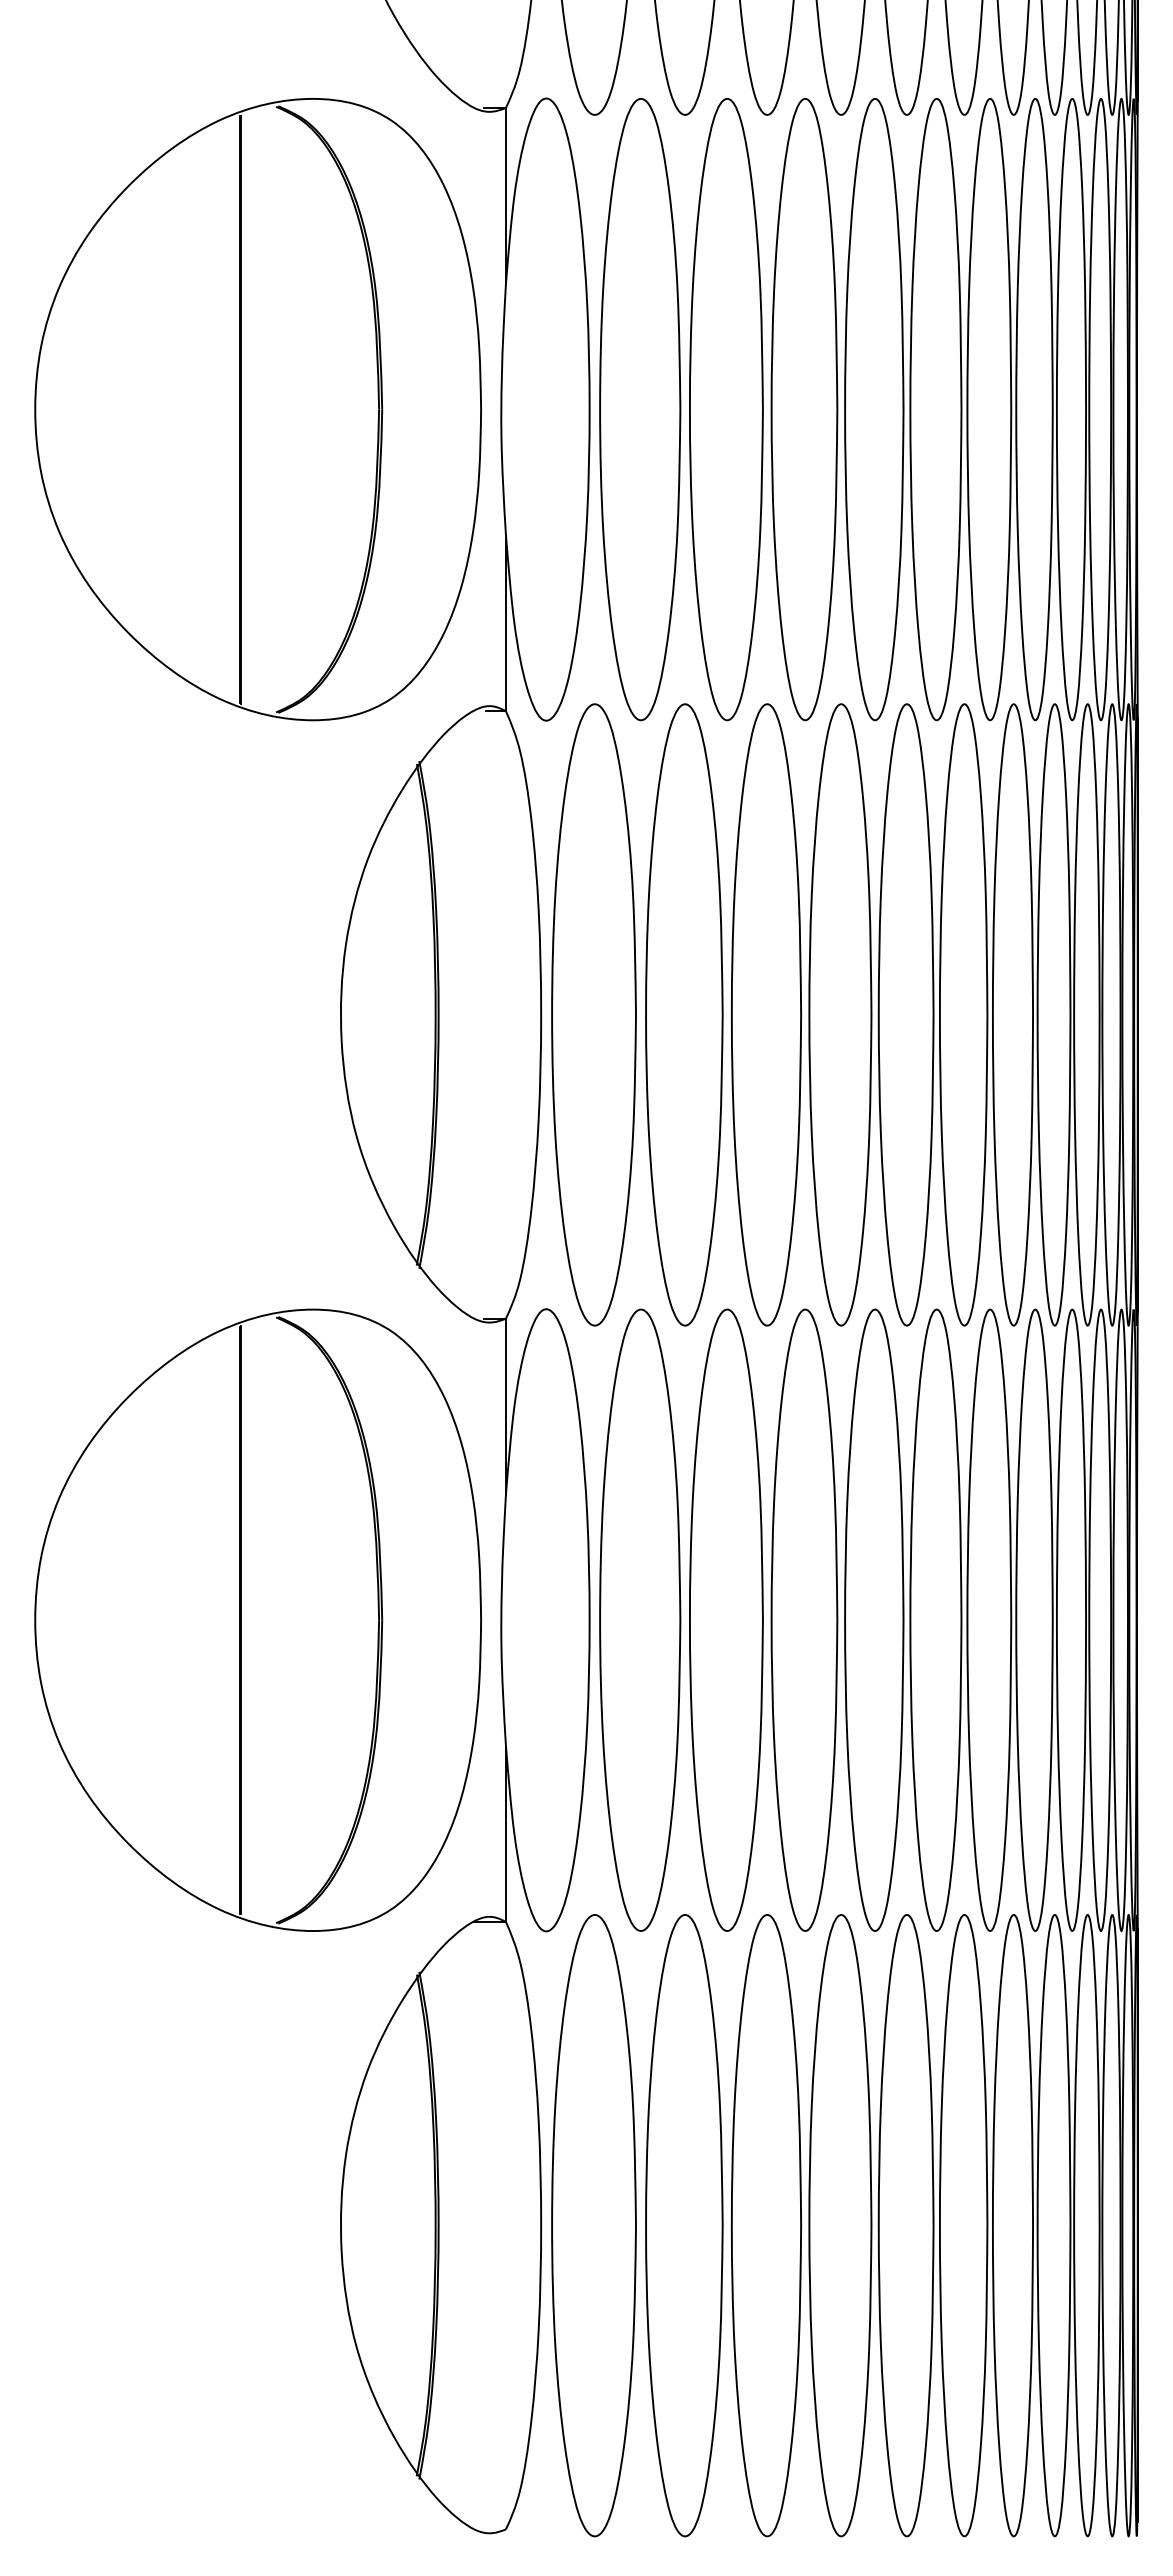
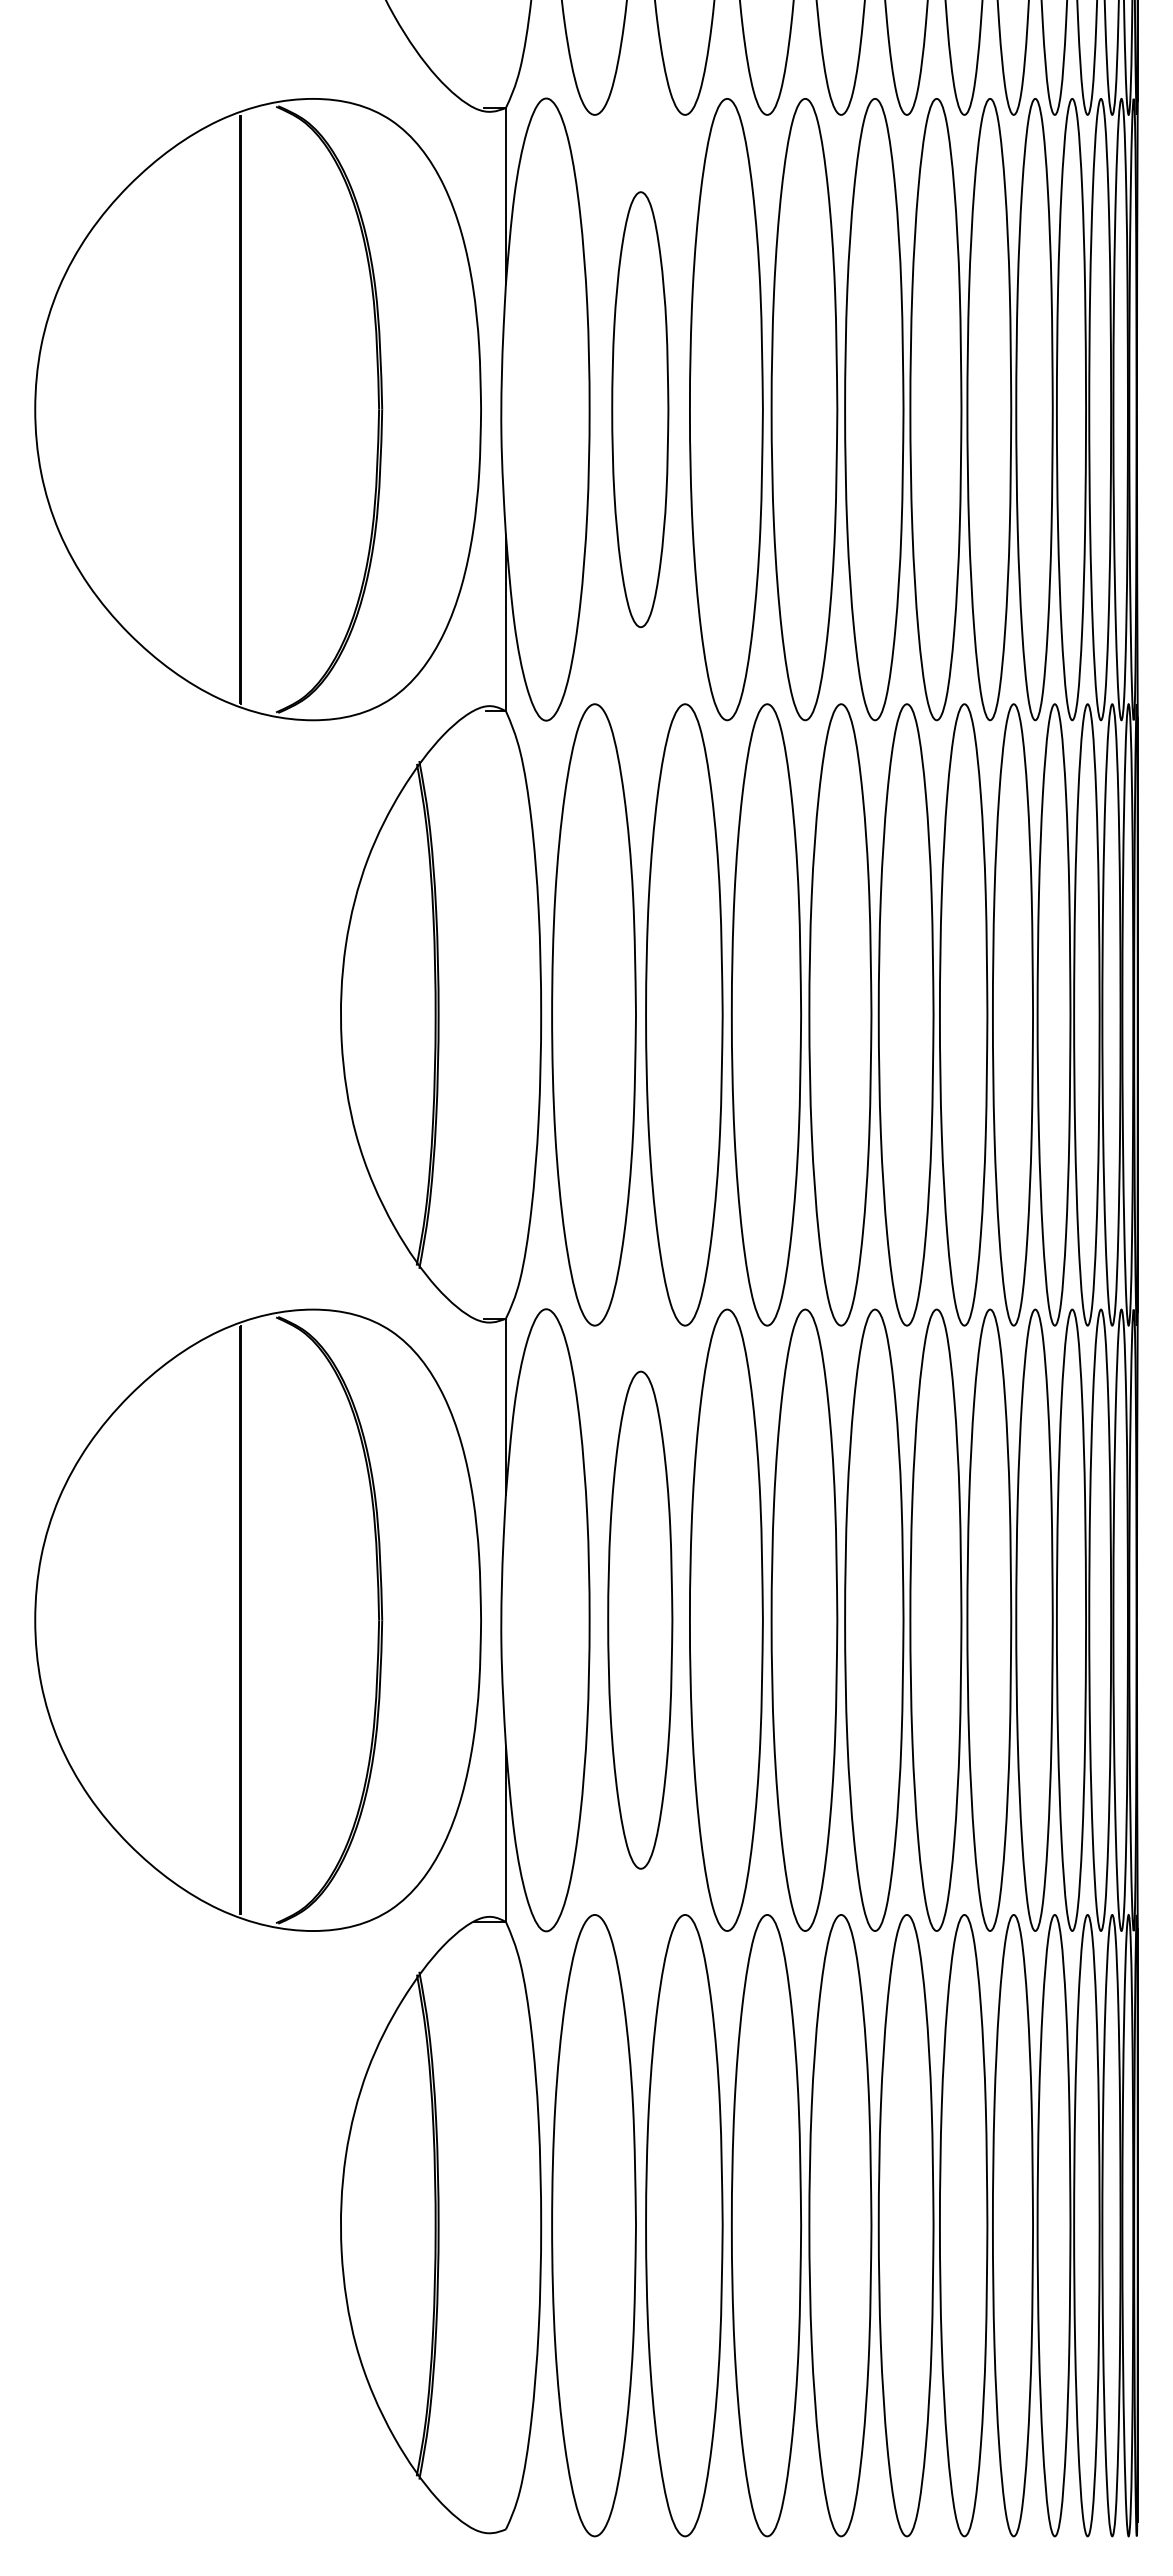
part at (640, 409) size: 83x624 px -> 59x438 px
part at (640, 1619) size: 83x624 px -> 67x500 px
